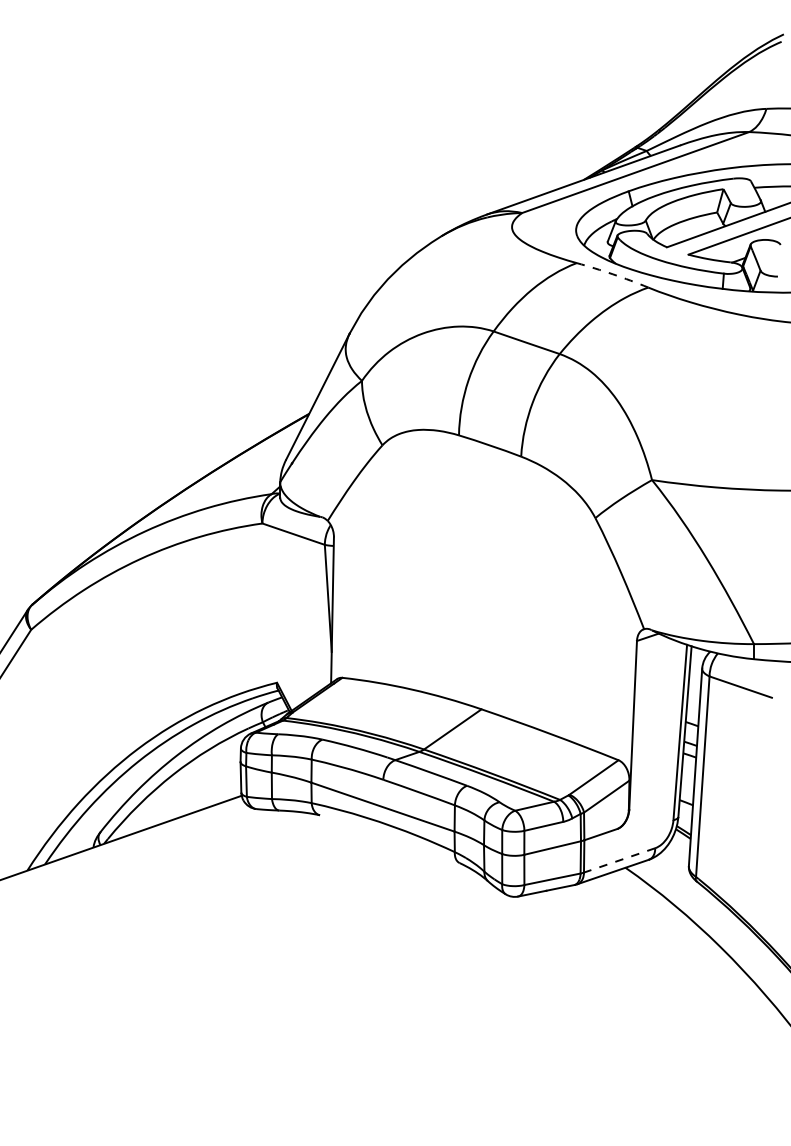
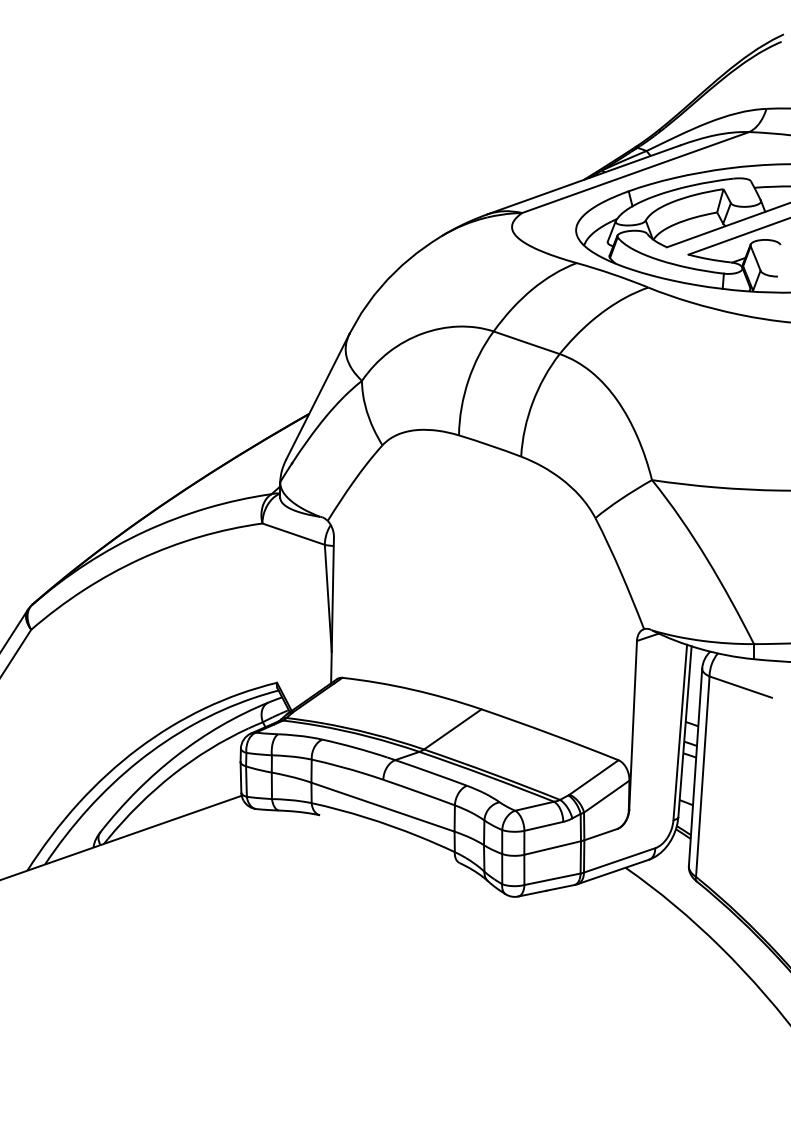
arc at (612, 274): dashed -> solid
line at (619, 860): dashed -> solid
